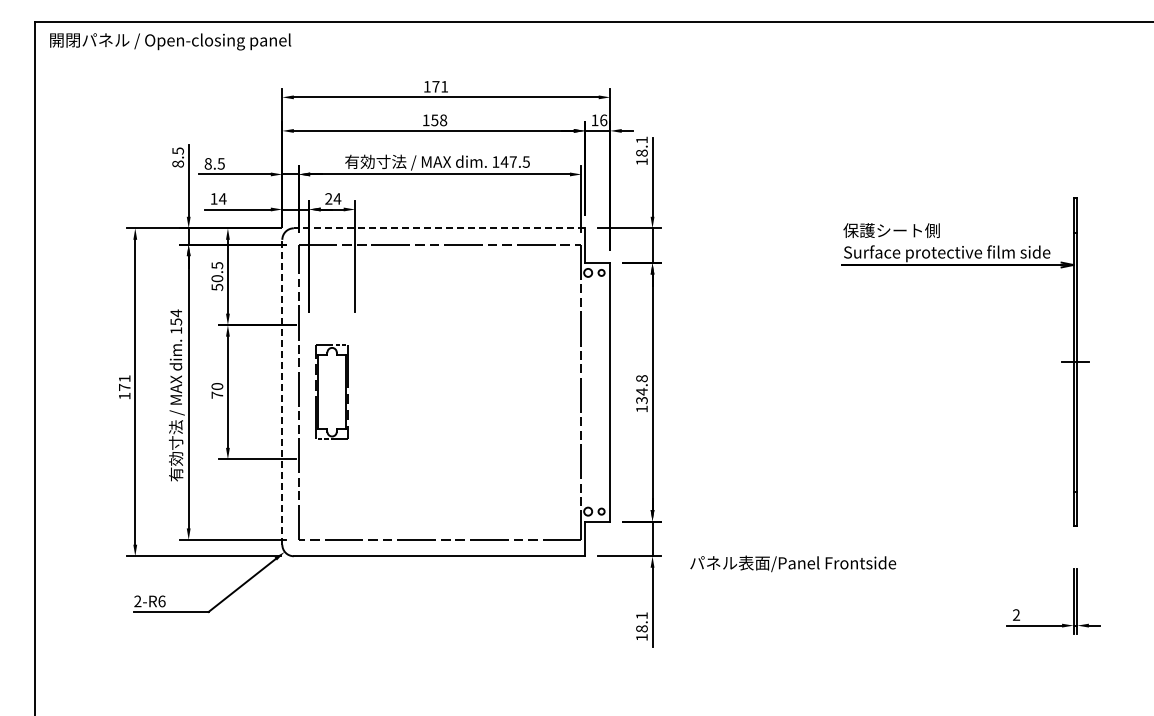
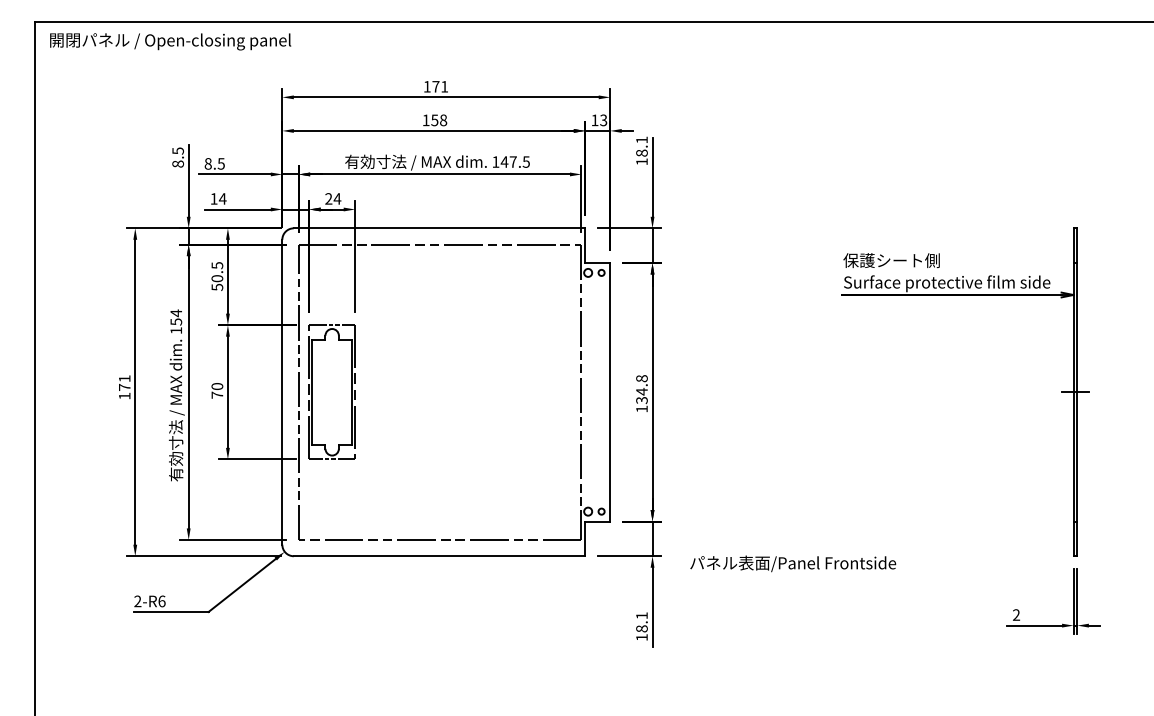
text at (603, 120): 16 -> 13
line at (439, 228): dashed -> solid
part at (965, 265) position: (965, 265) -> (965, 295)
line at (282, 391): dashed -> solid
part at (331, 391) size: 34x96 px -> 48x136 px
